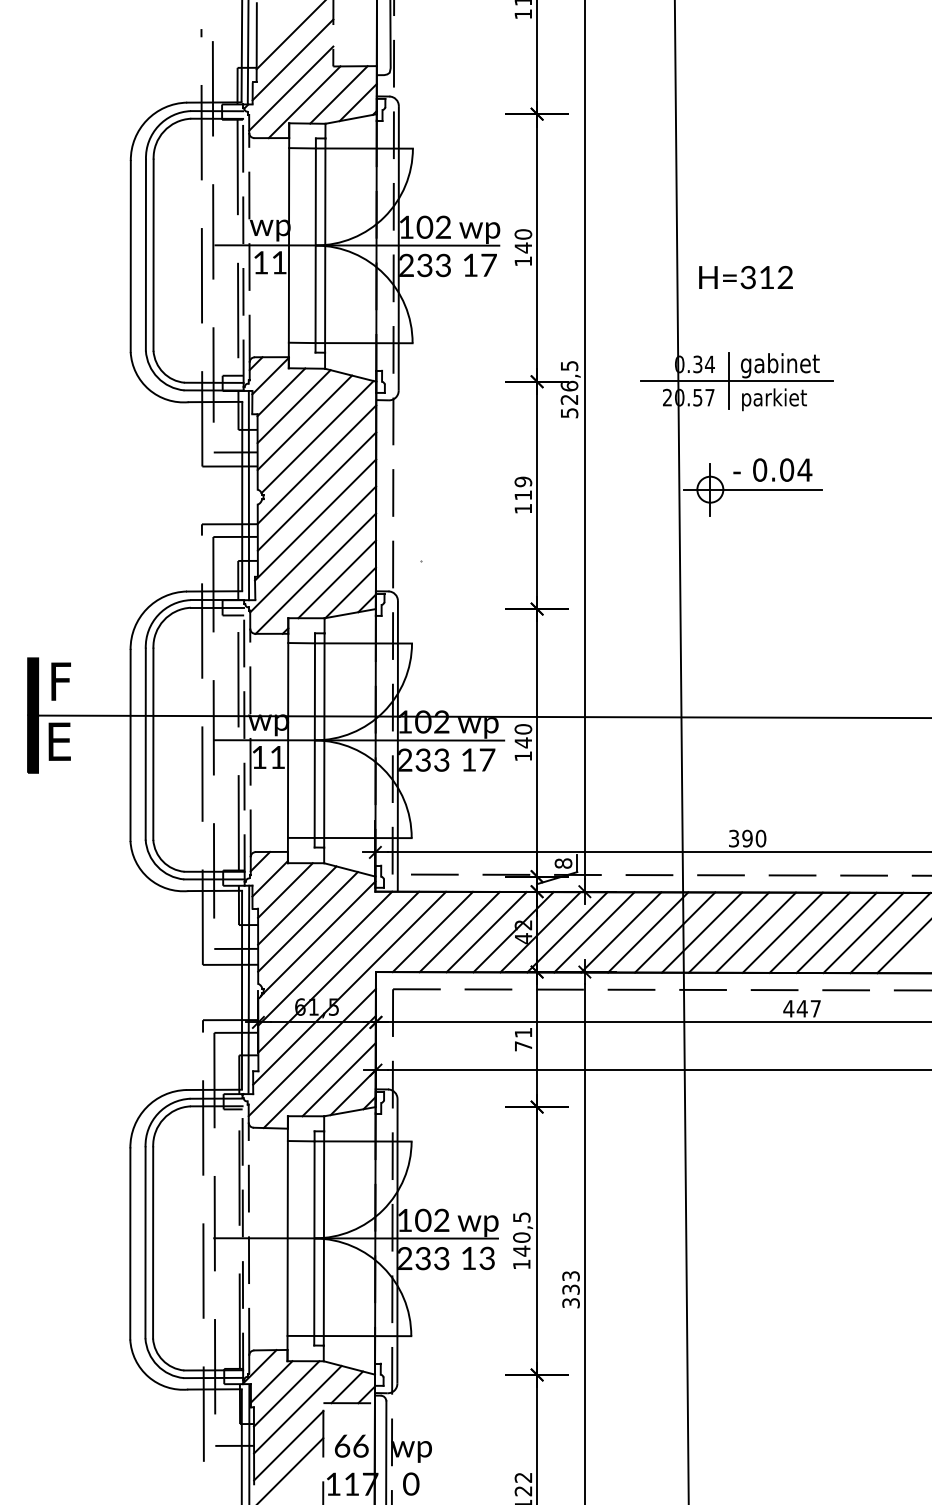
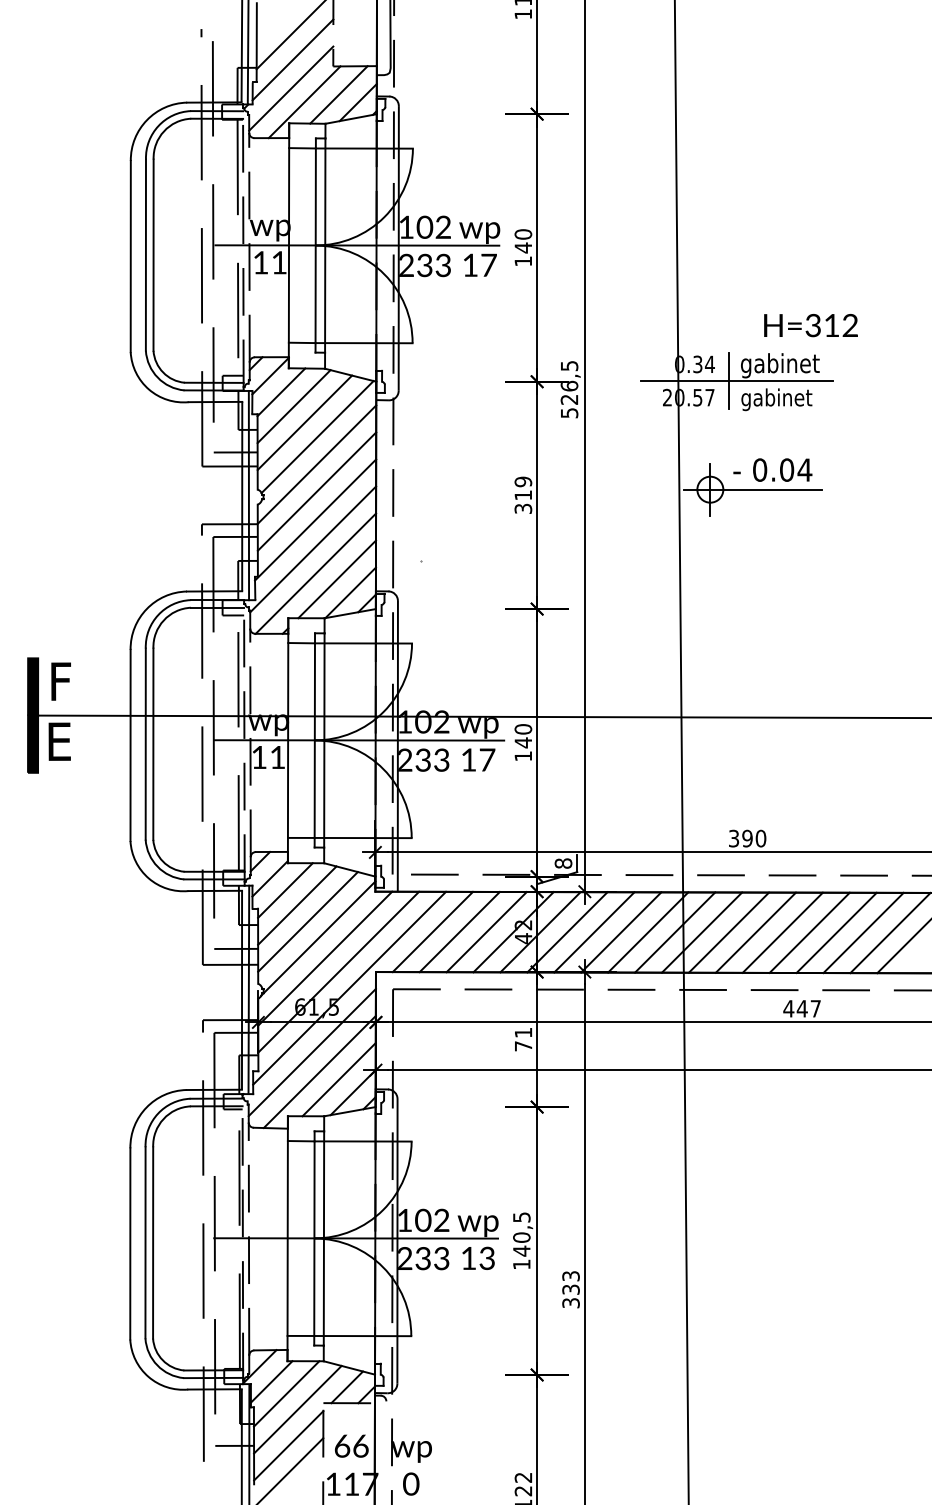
text at (745, 277) position: (745, 277) -> (810, 325)
text at (776, 399): parkiet -> gabinet
text at (523, 508): 119 -> 319
line at (386, 1451): present -> none
